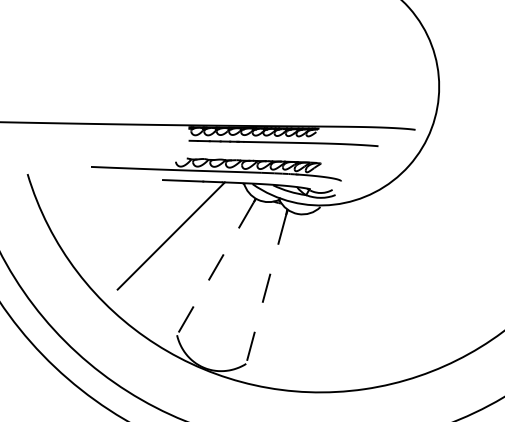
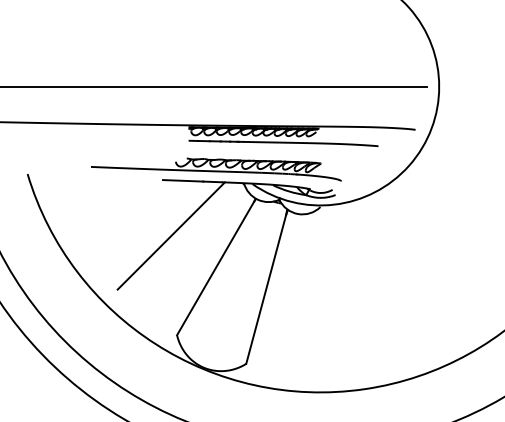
line at (214, 86): none -> present
line at (215, 268): dashed -> solid
line at (266, 289): dashed -> solid
